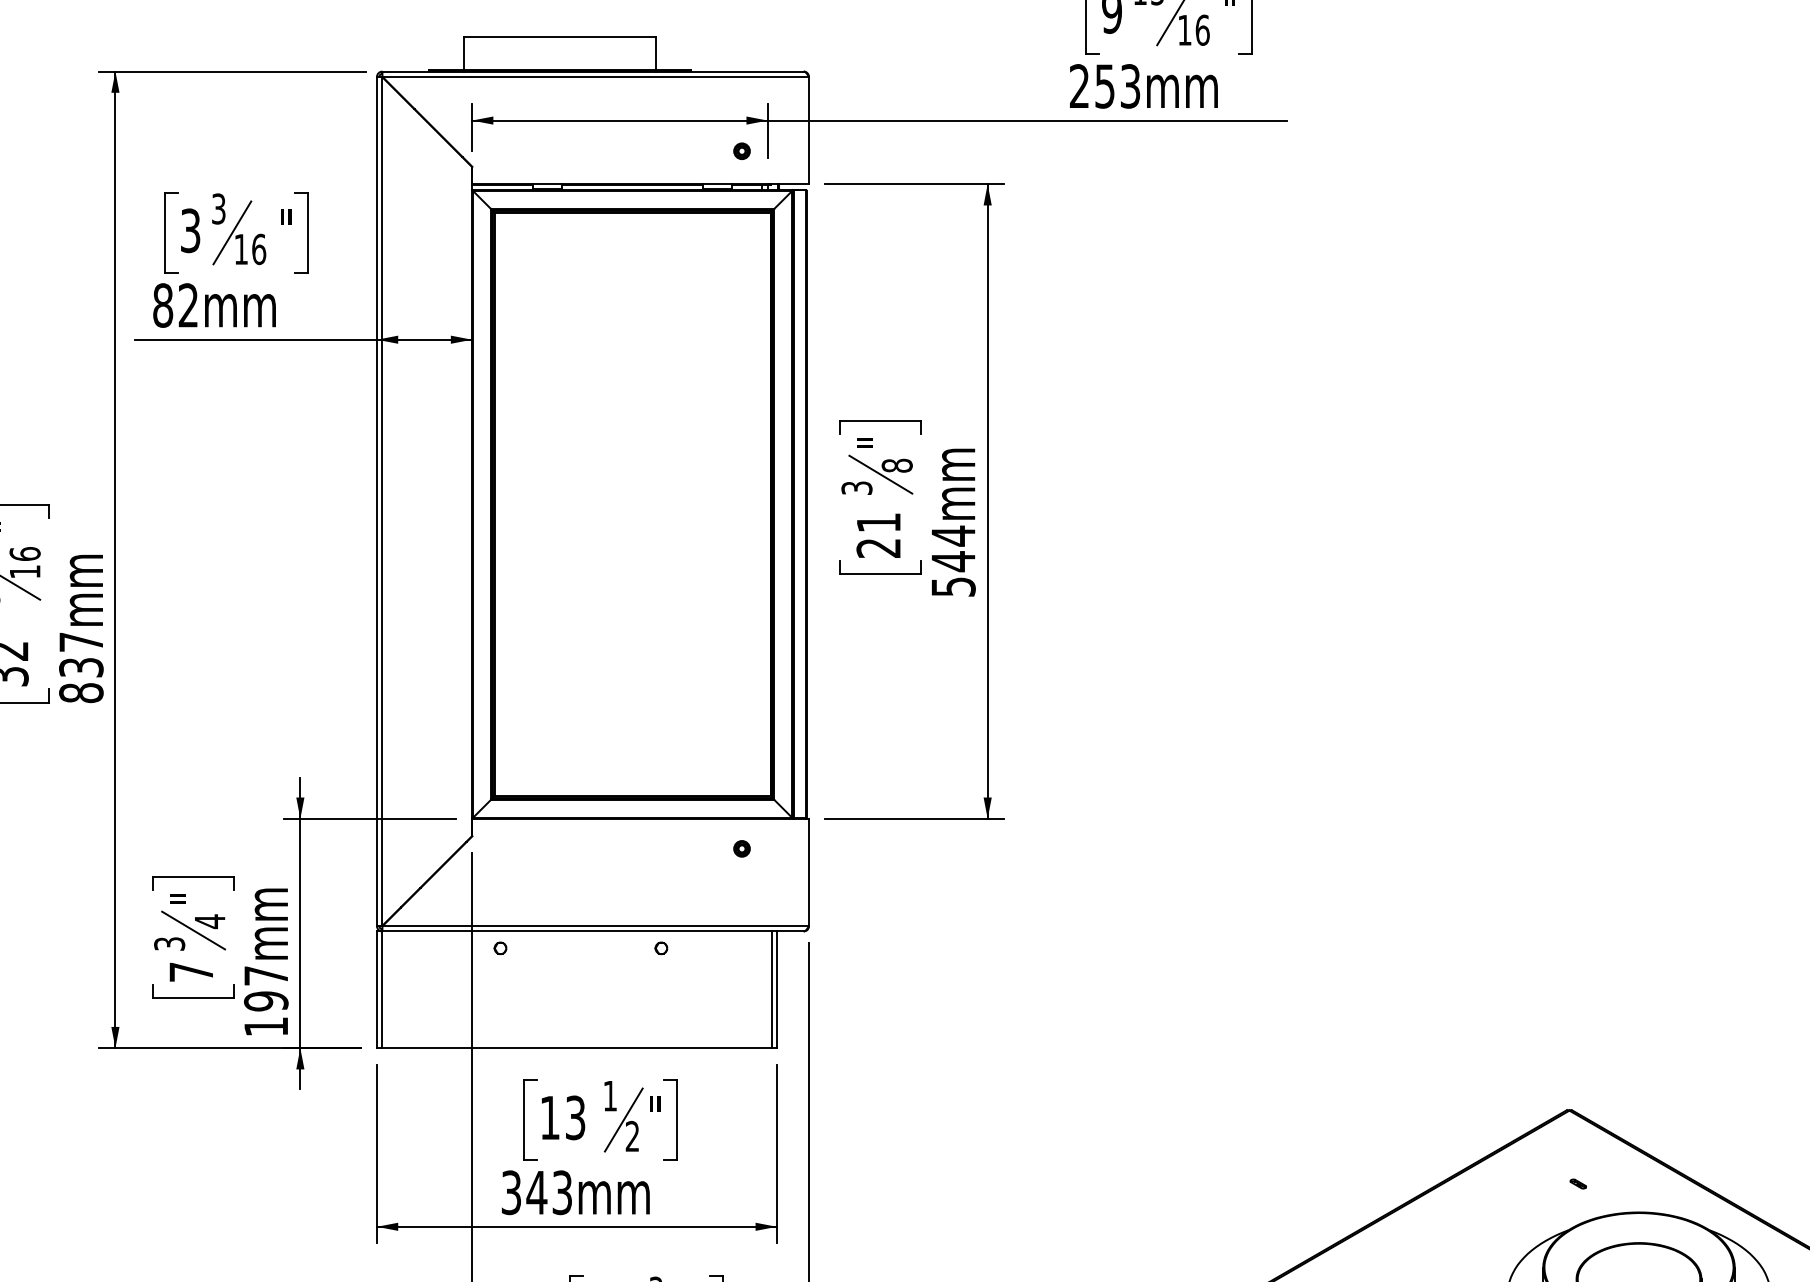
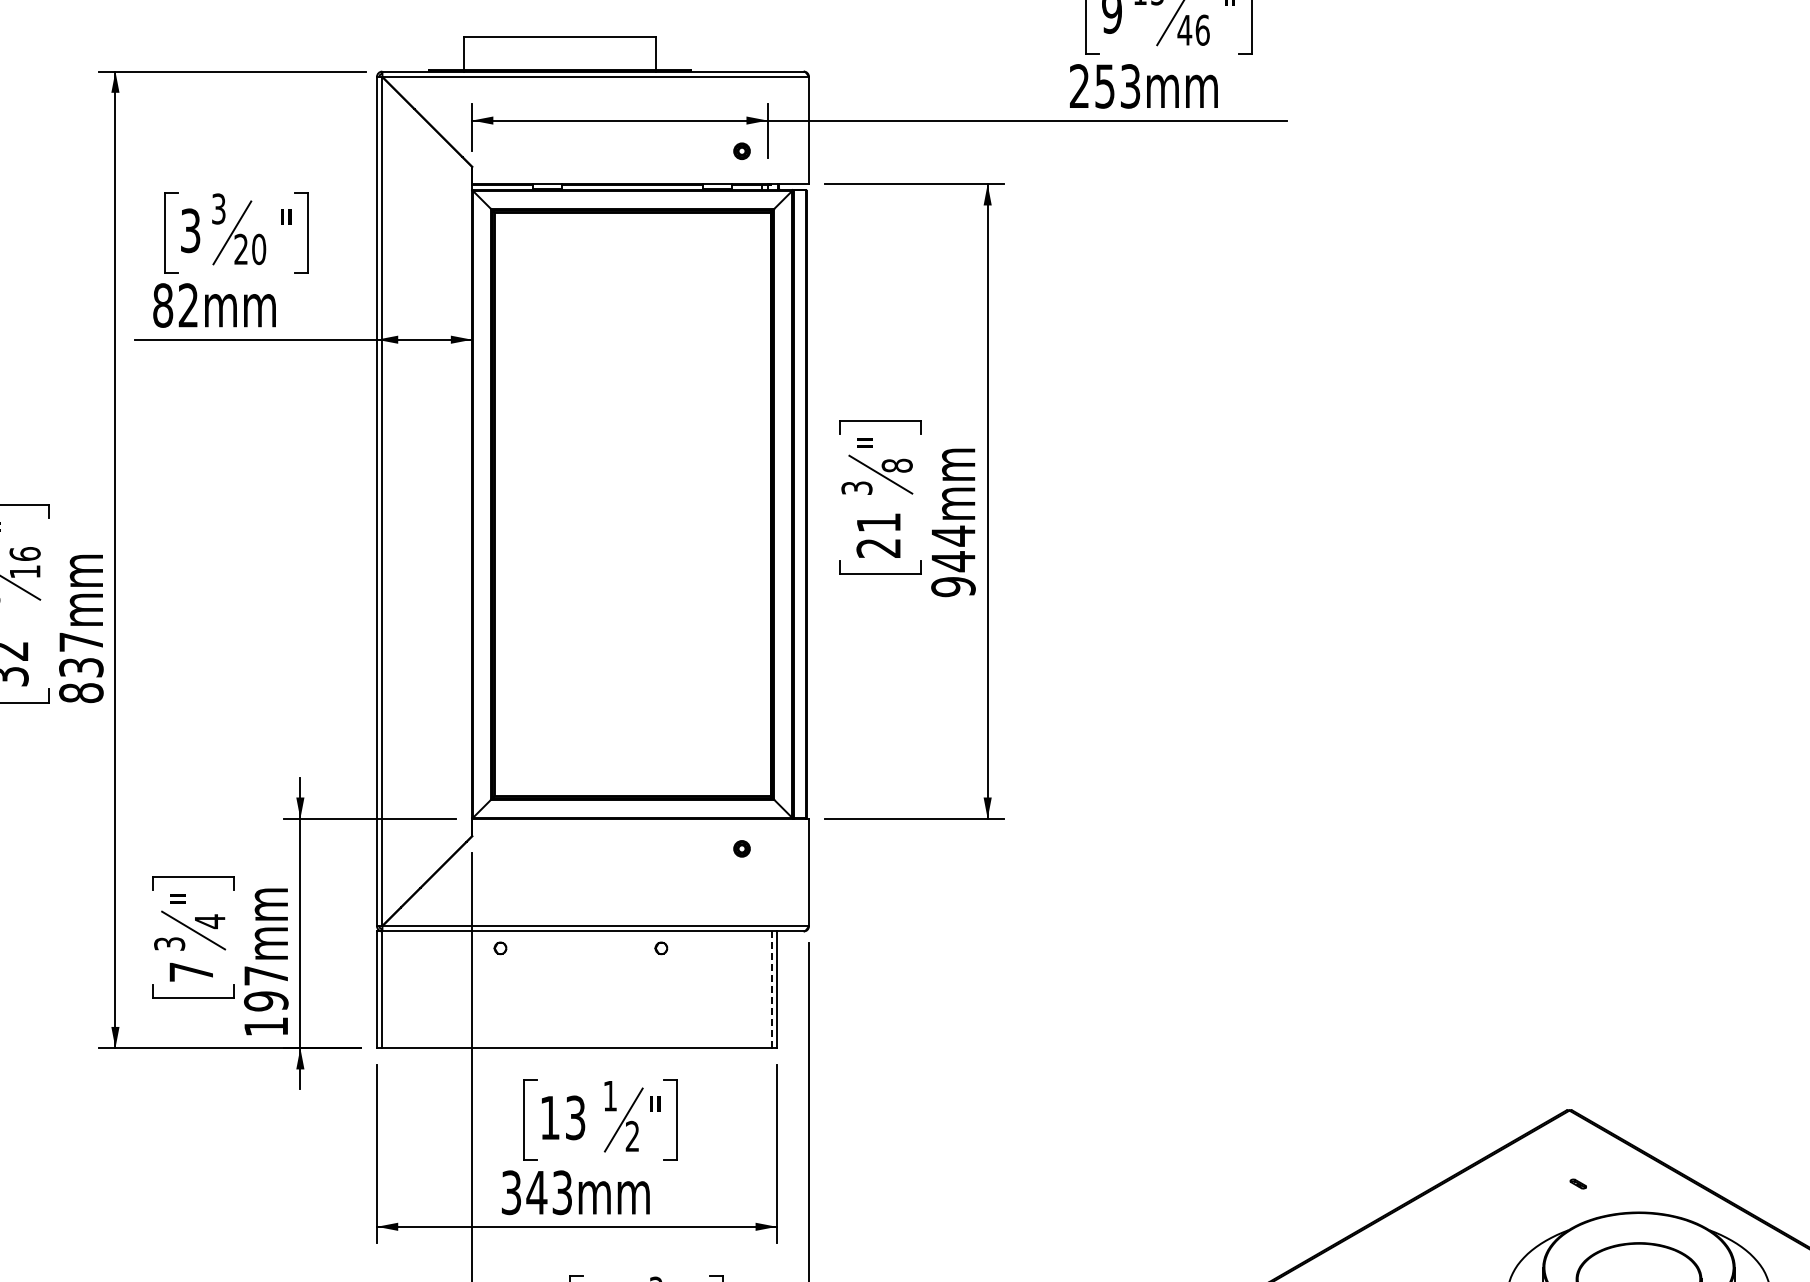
text at (1184, 30): 16 -> 46
text at (250, 248): 16 -> 20
text at (953, 587): 544mm -> 944mm
line at (772, 989): solid -> dashed
